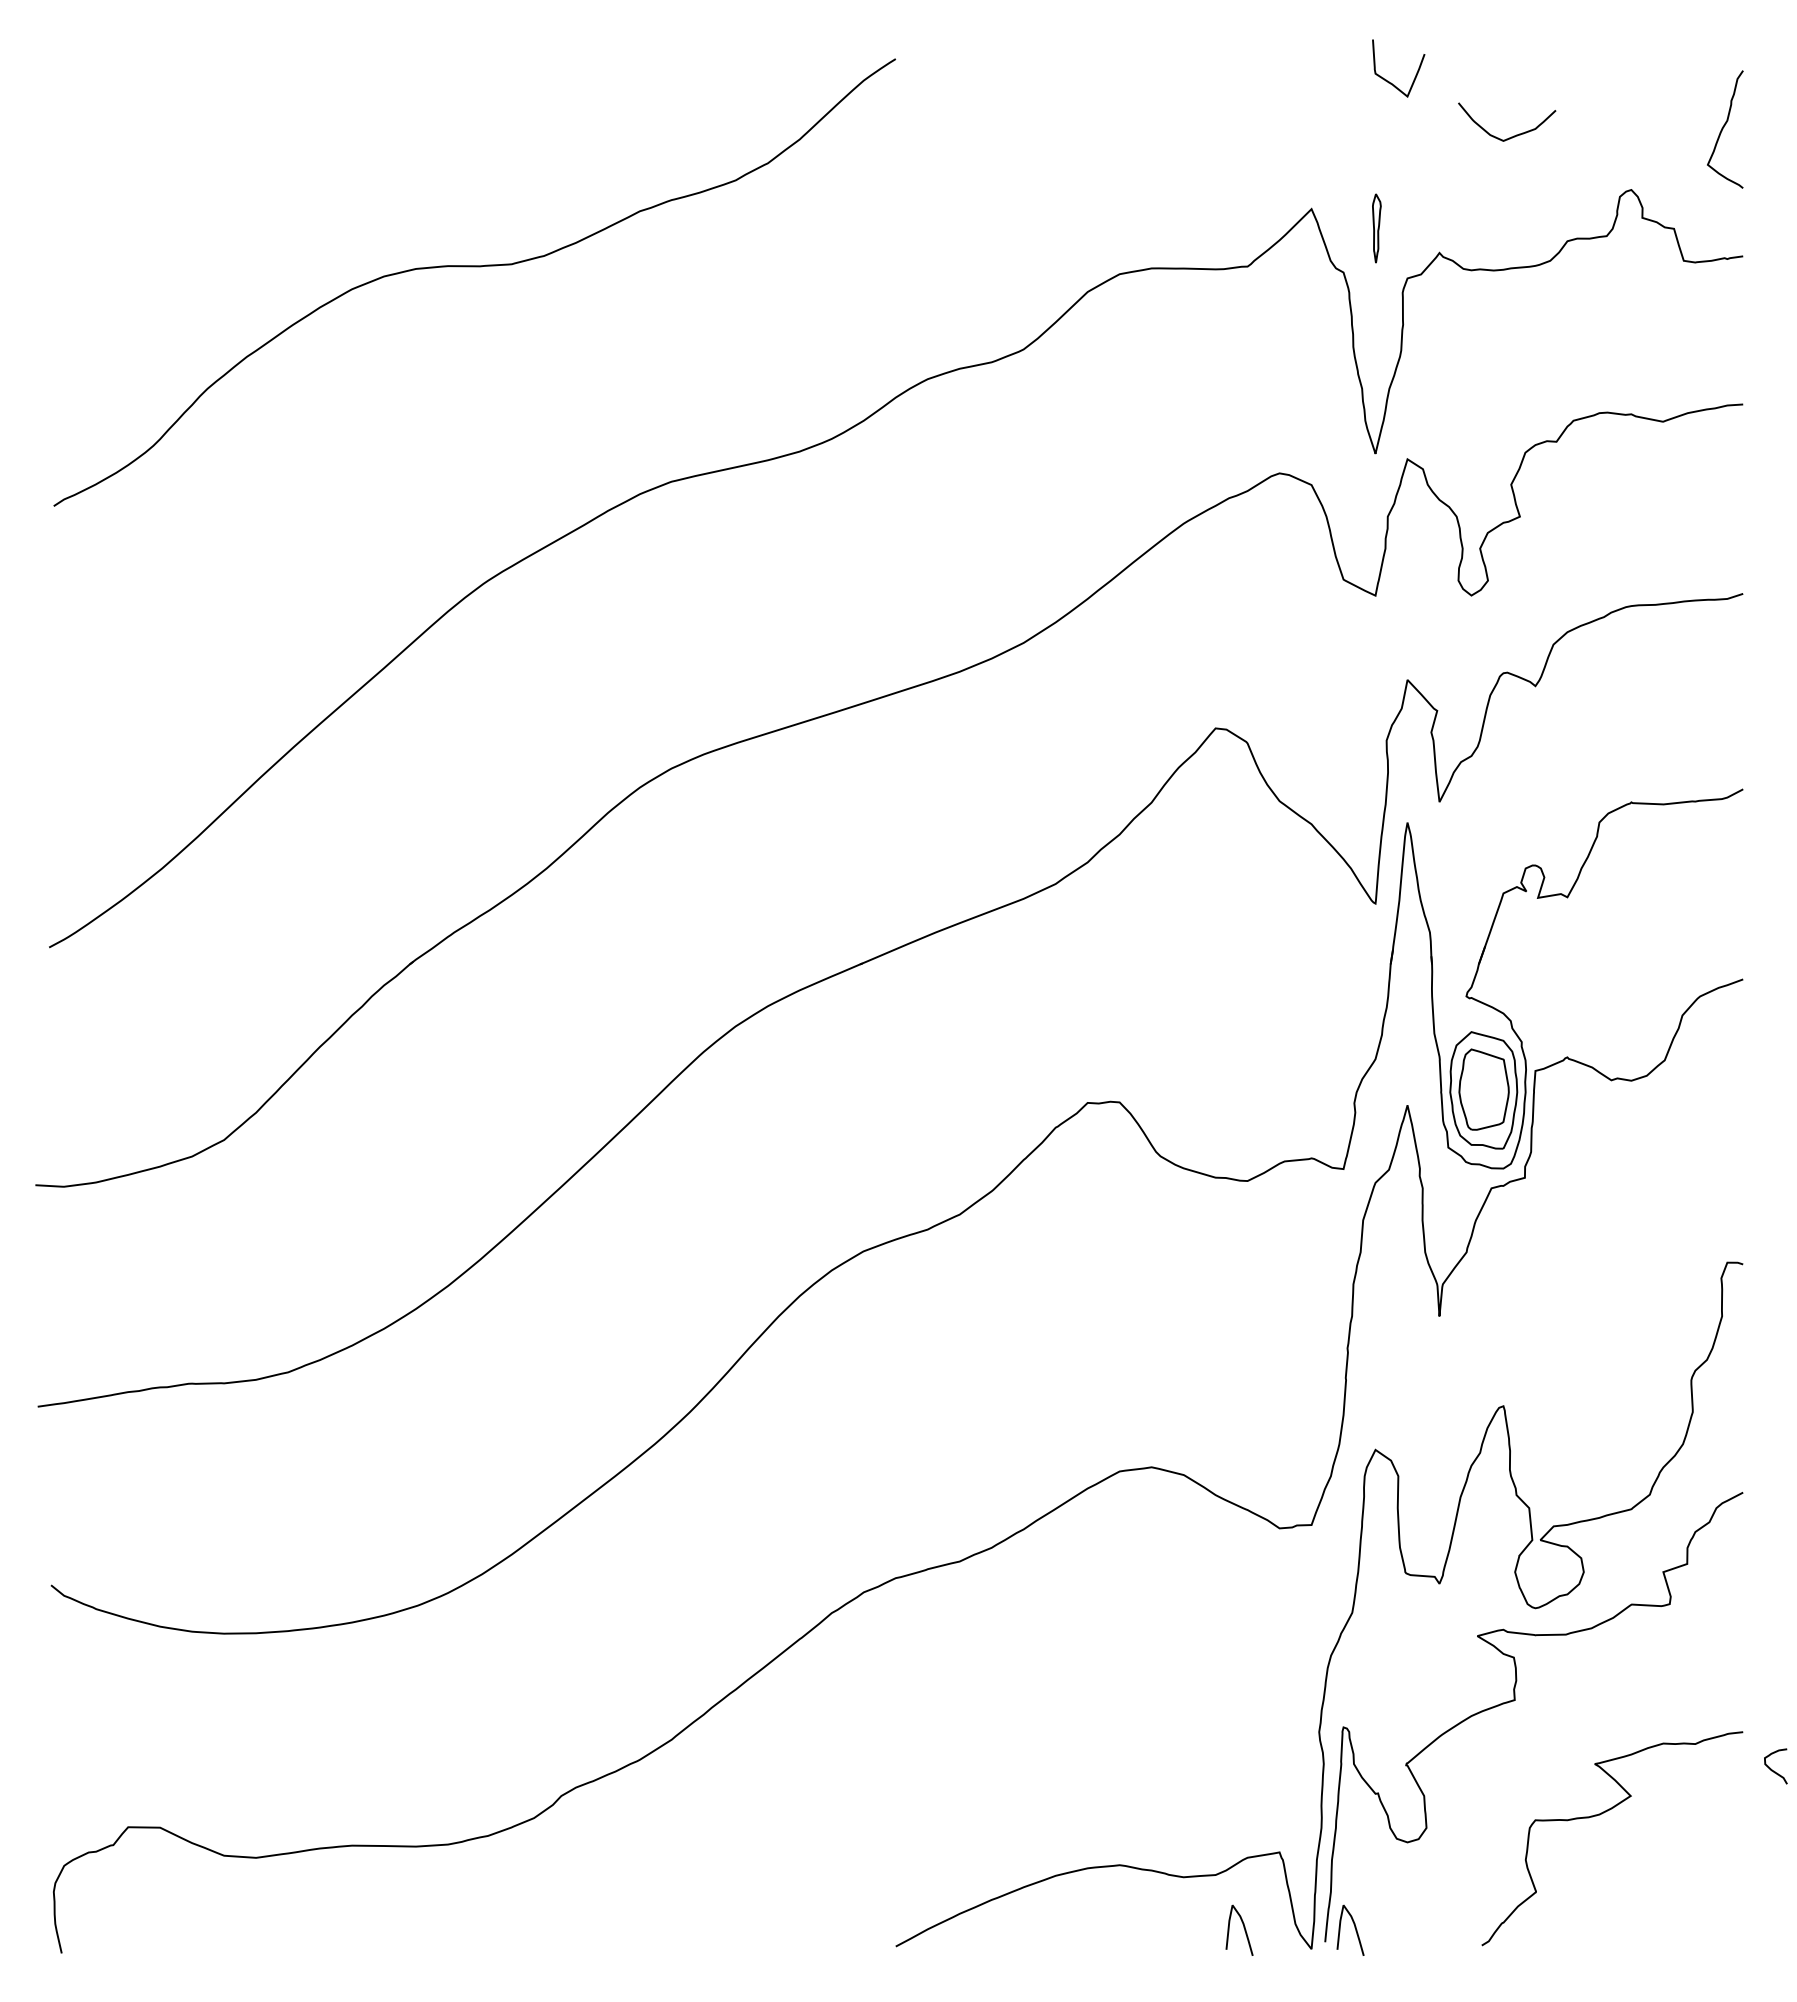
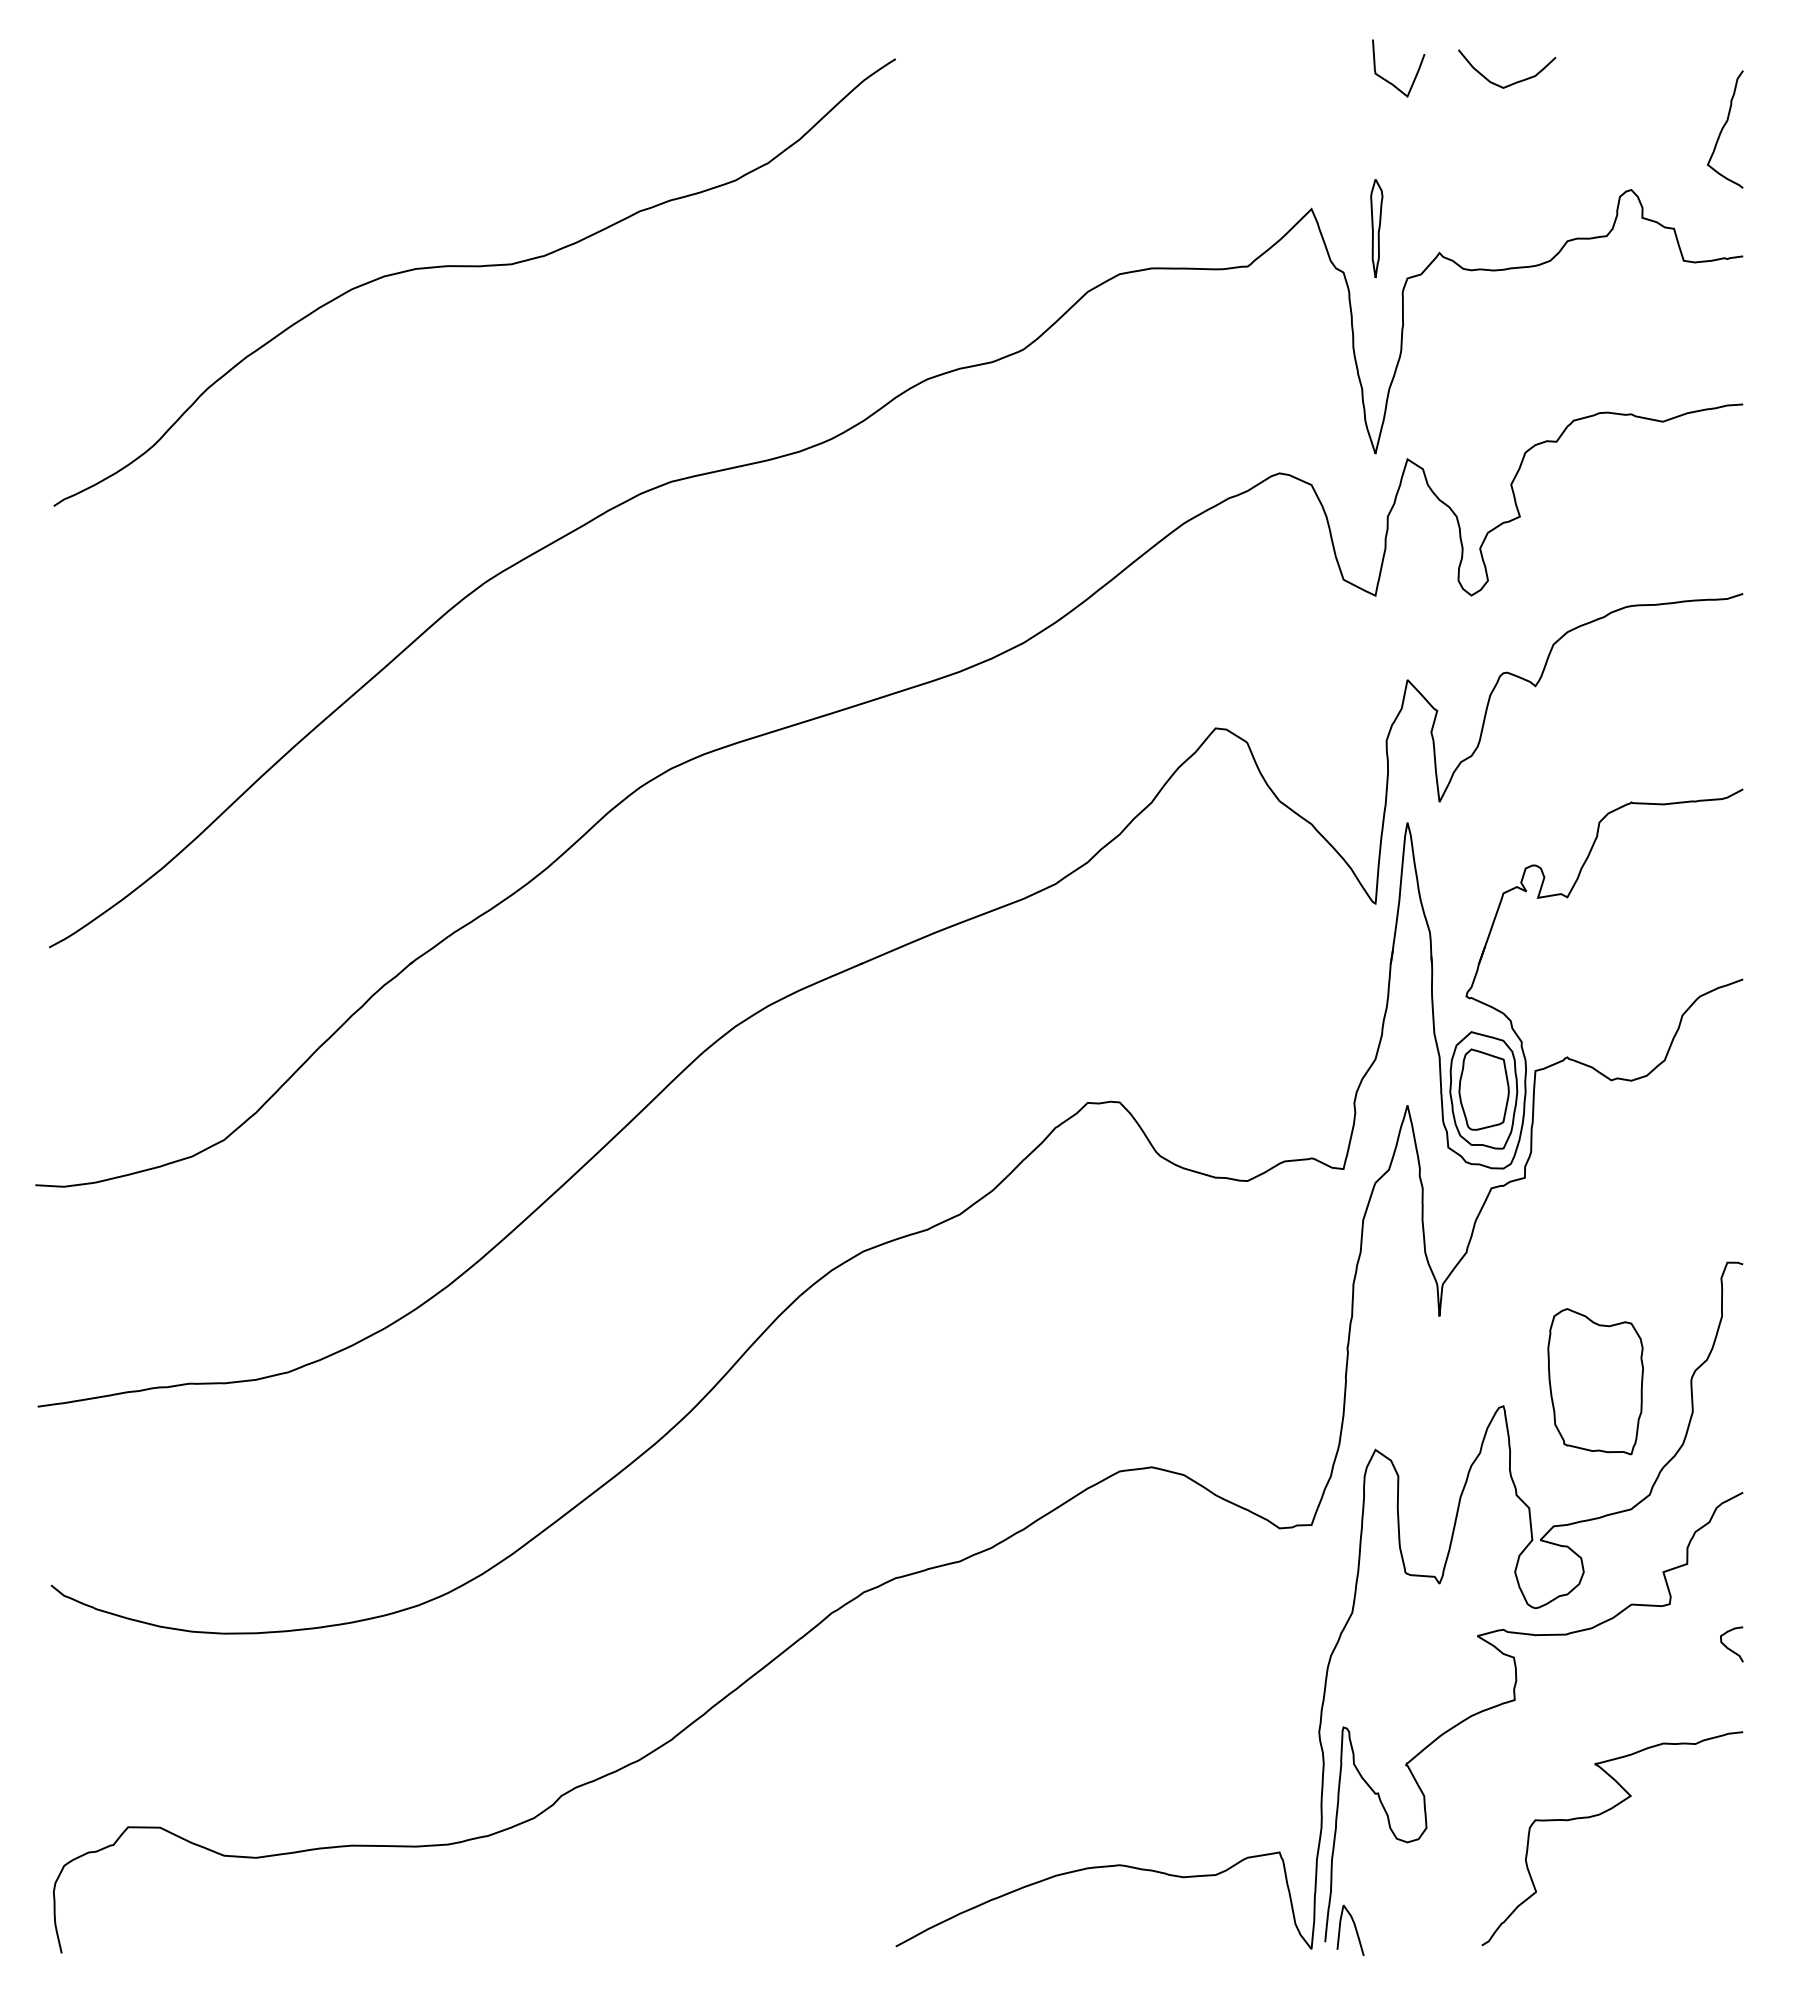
curve at (1513, 135) position: (1513, 135) -> (1513, 82)
part at (1376, 228) size: 10x71 px -> 14x99 px
part at (1595, 1381): none -> present
curve at (1774, 1770) position: (1774, 1770) -> (1730, 1648)
curve at (1243, 1927): present -> none
